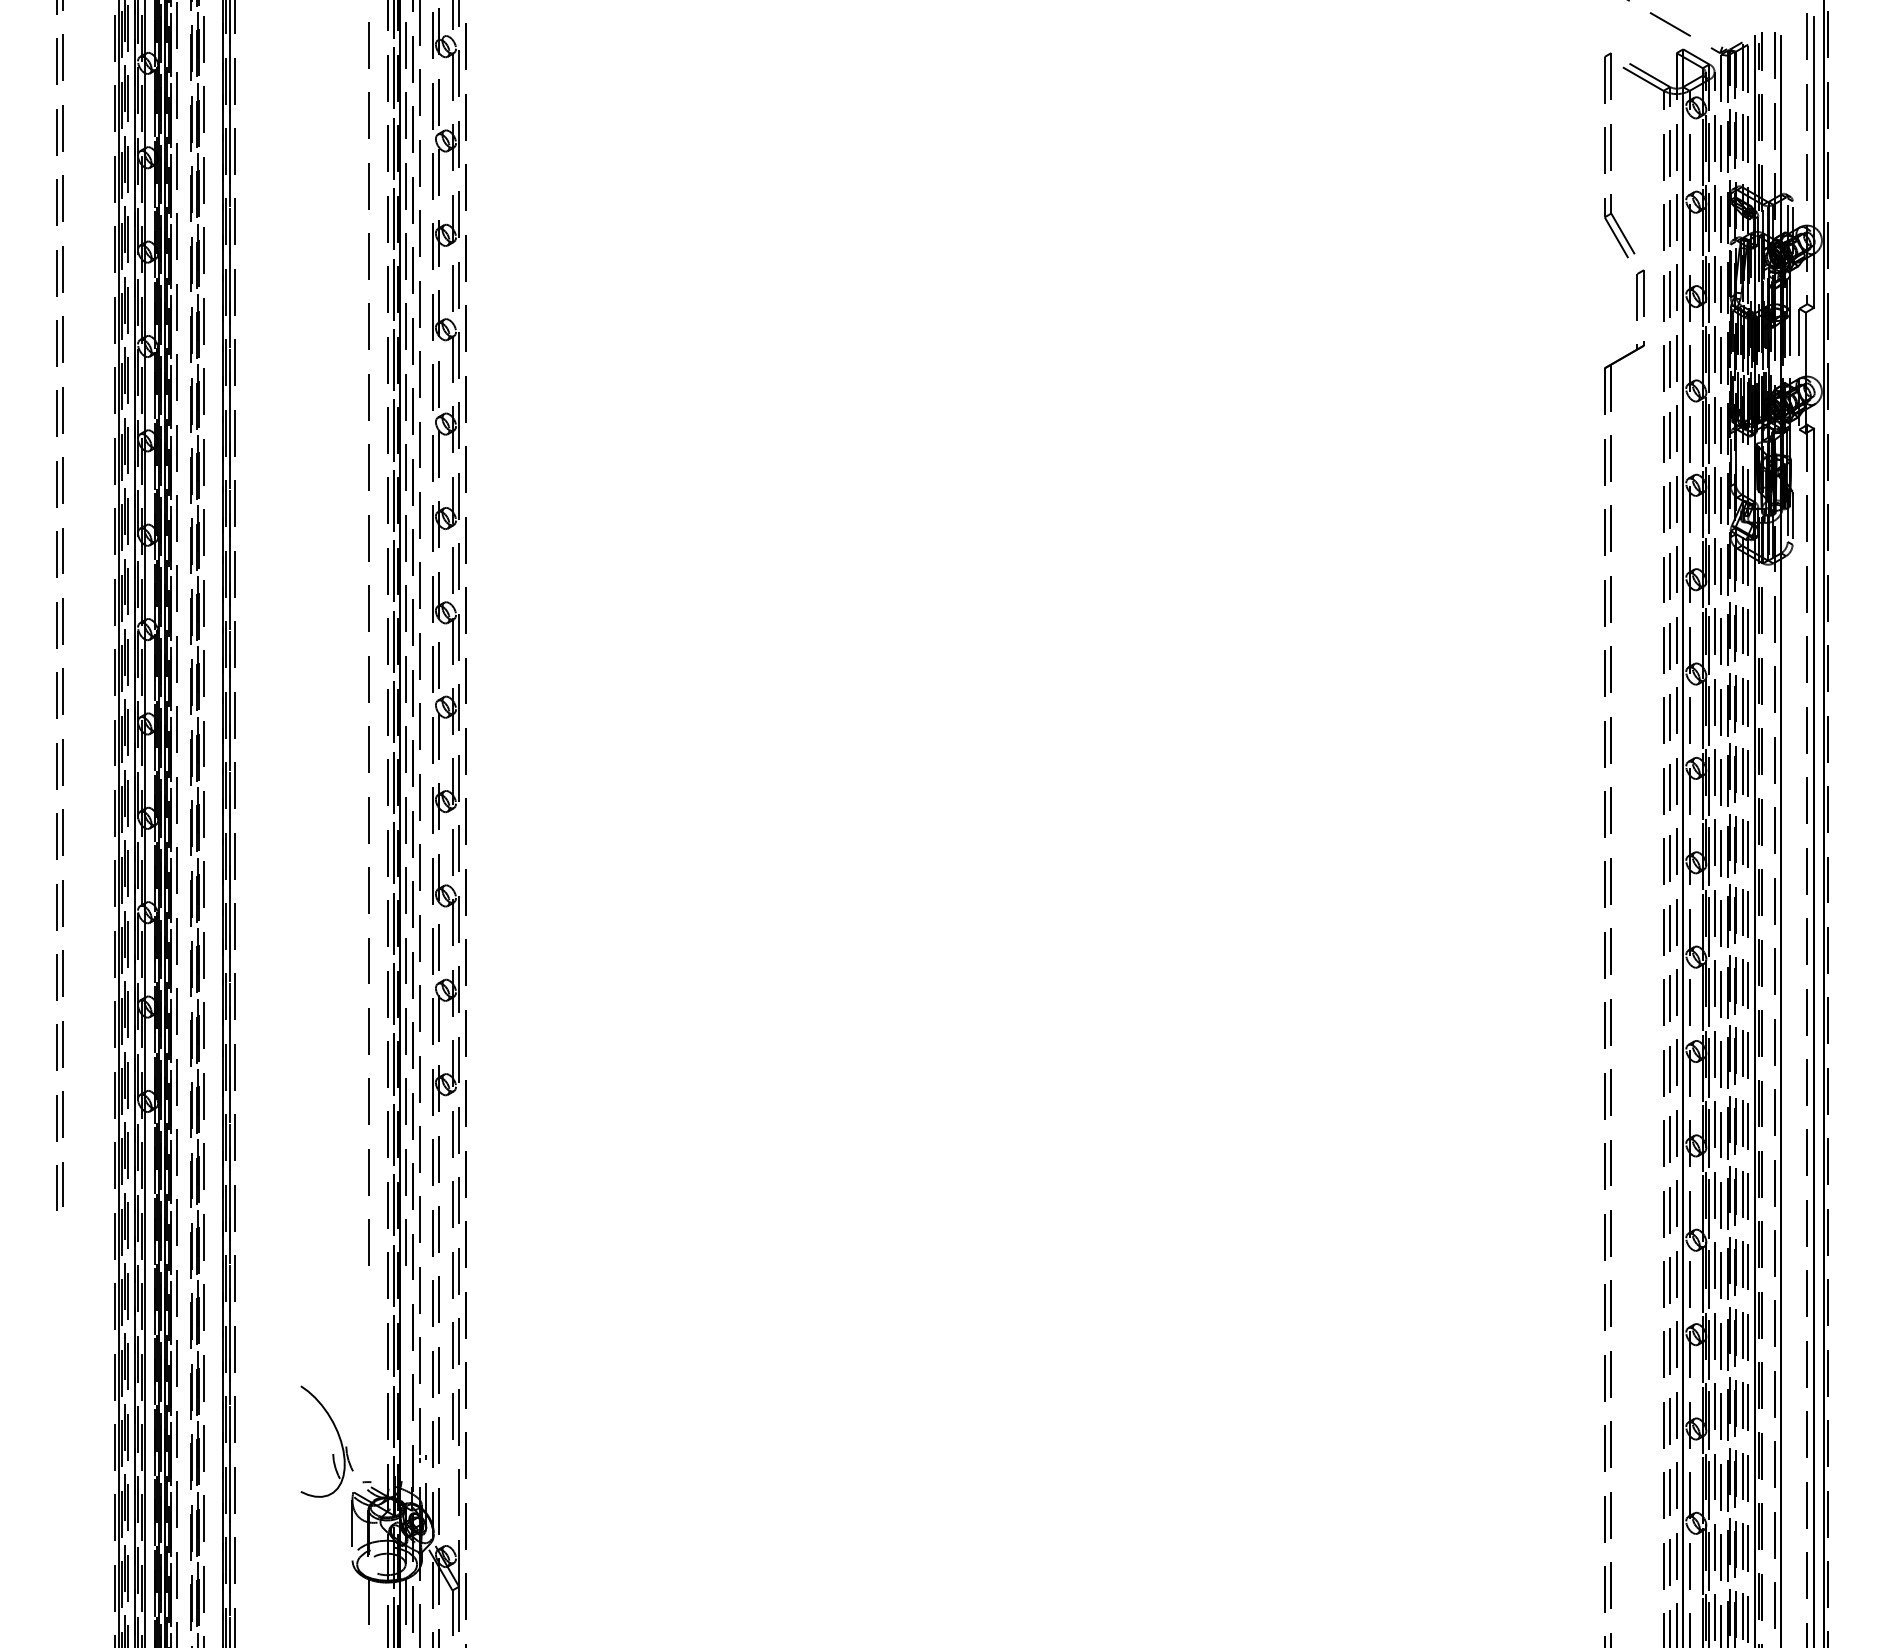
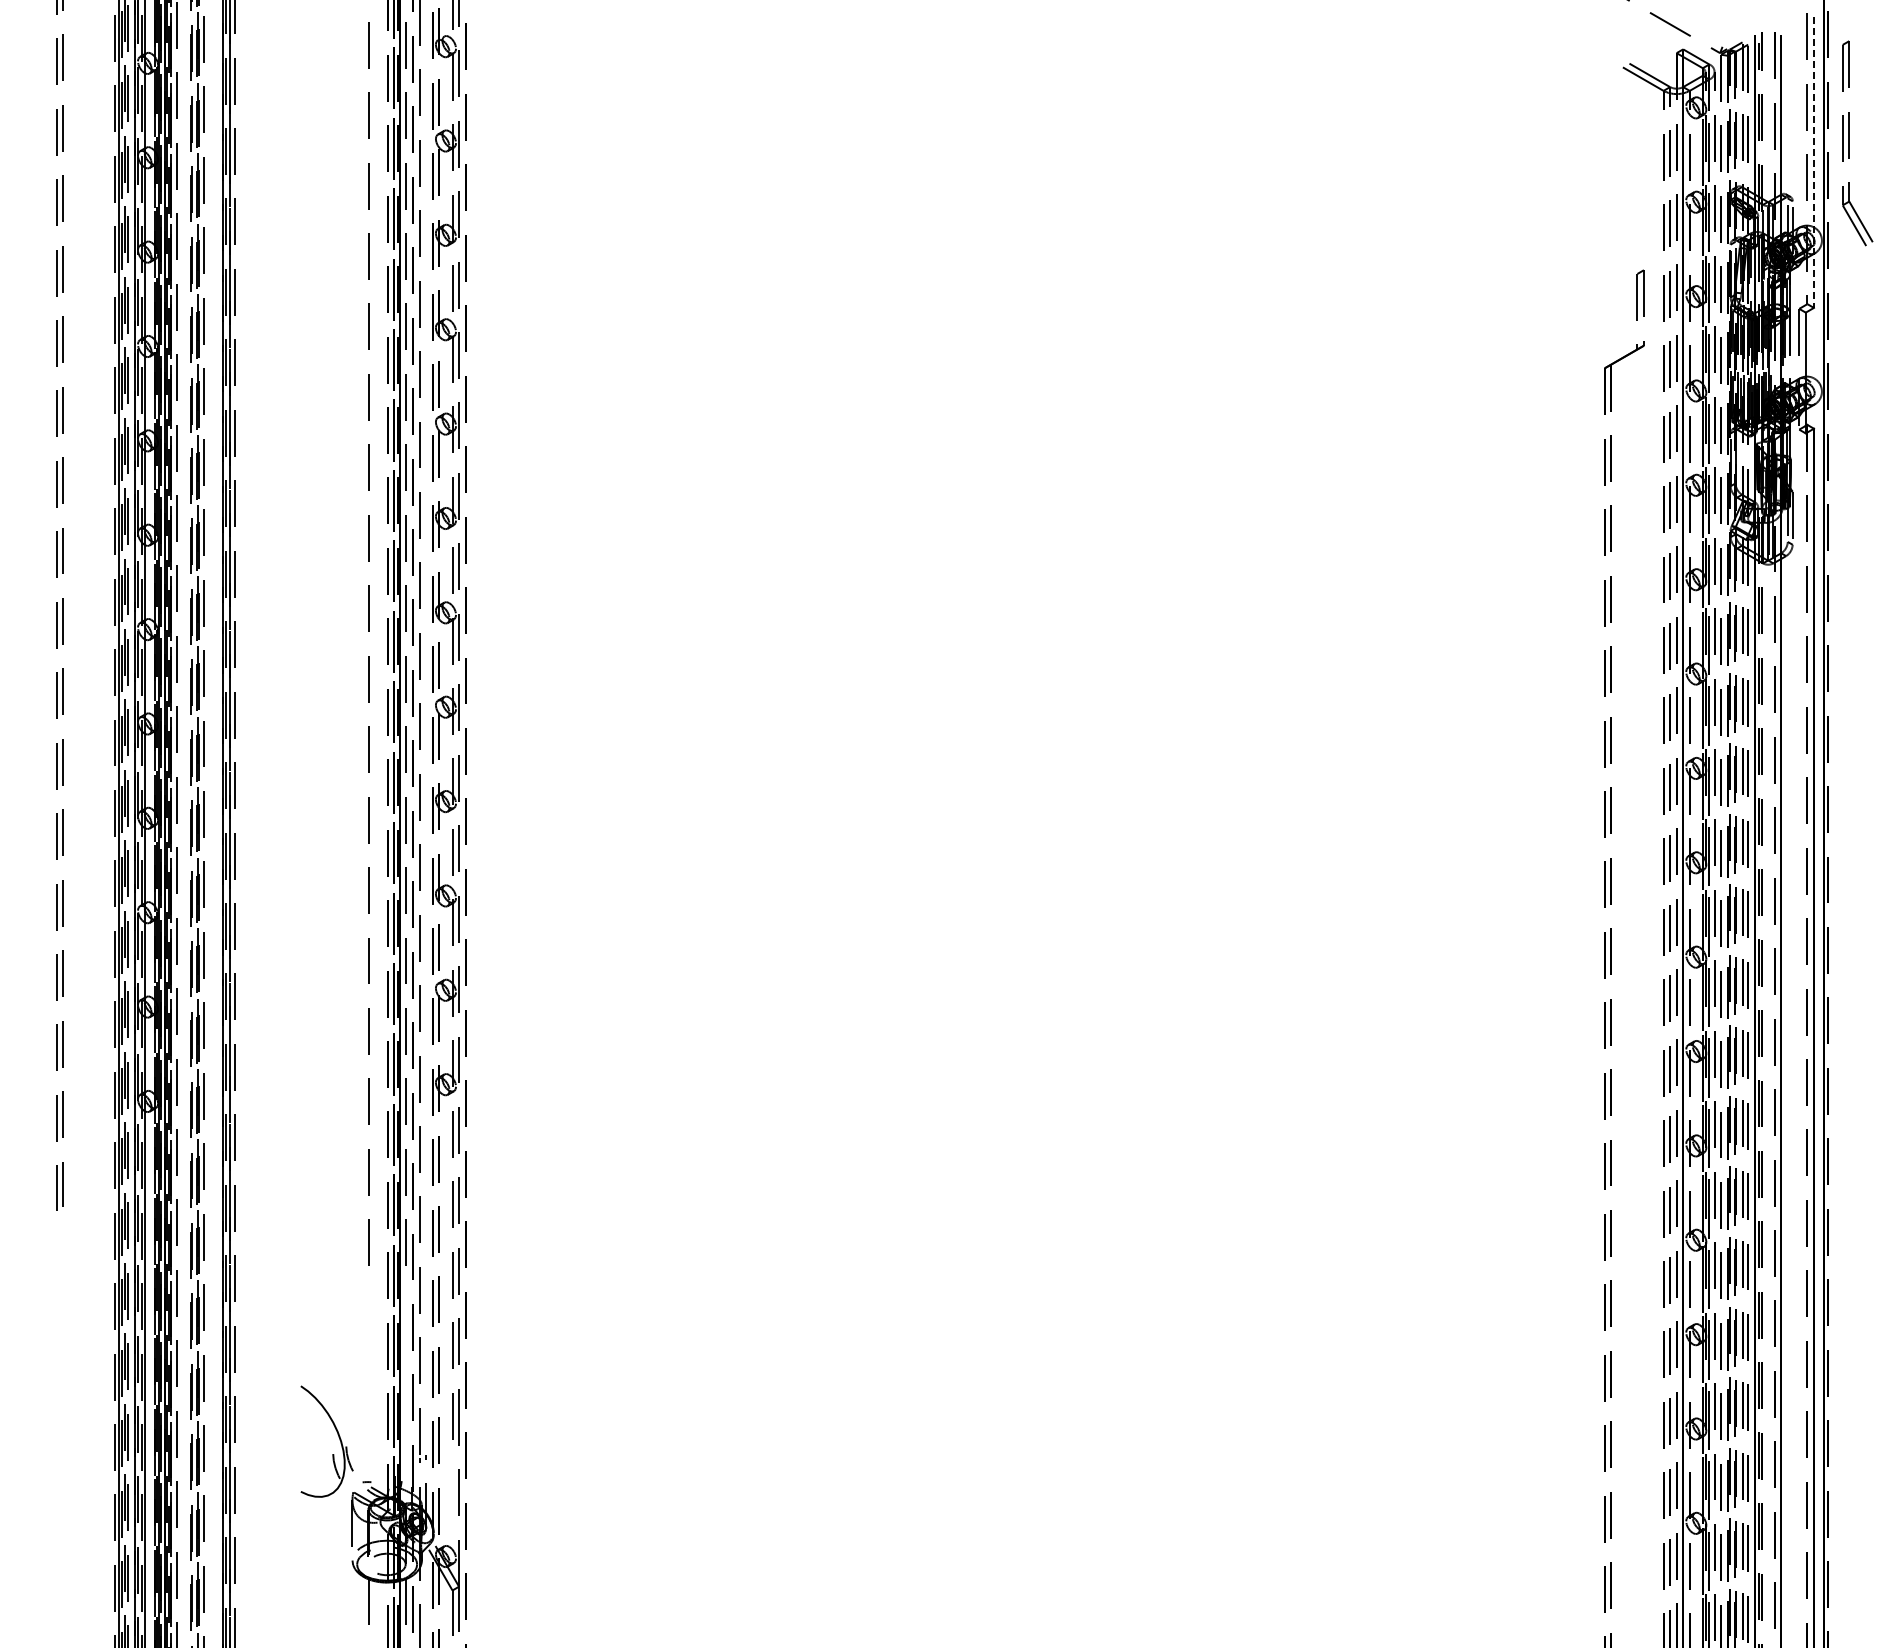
part at (1611, 155) position: (1611, 155) -> (1849, 143)
line at (1813, 163): solid -> dashed
